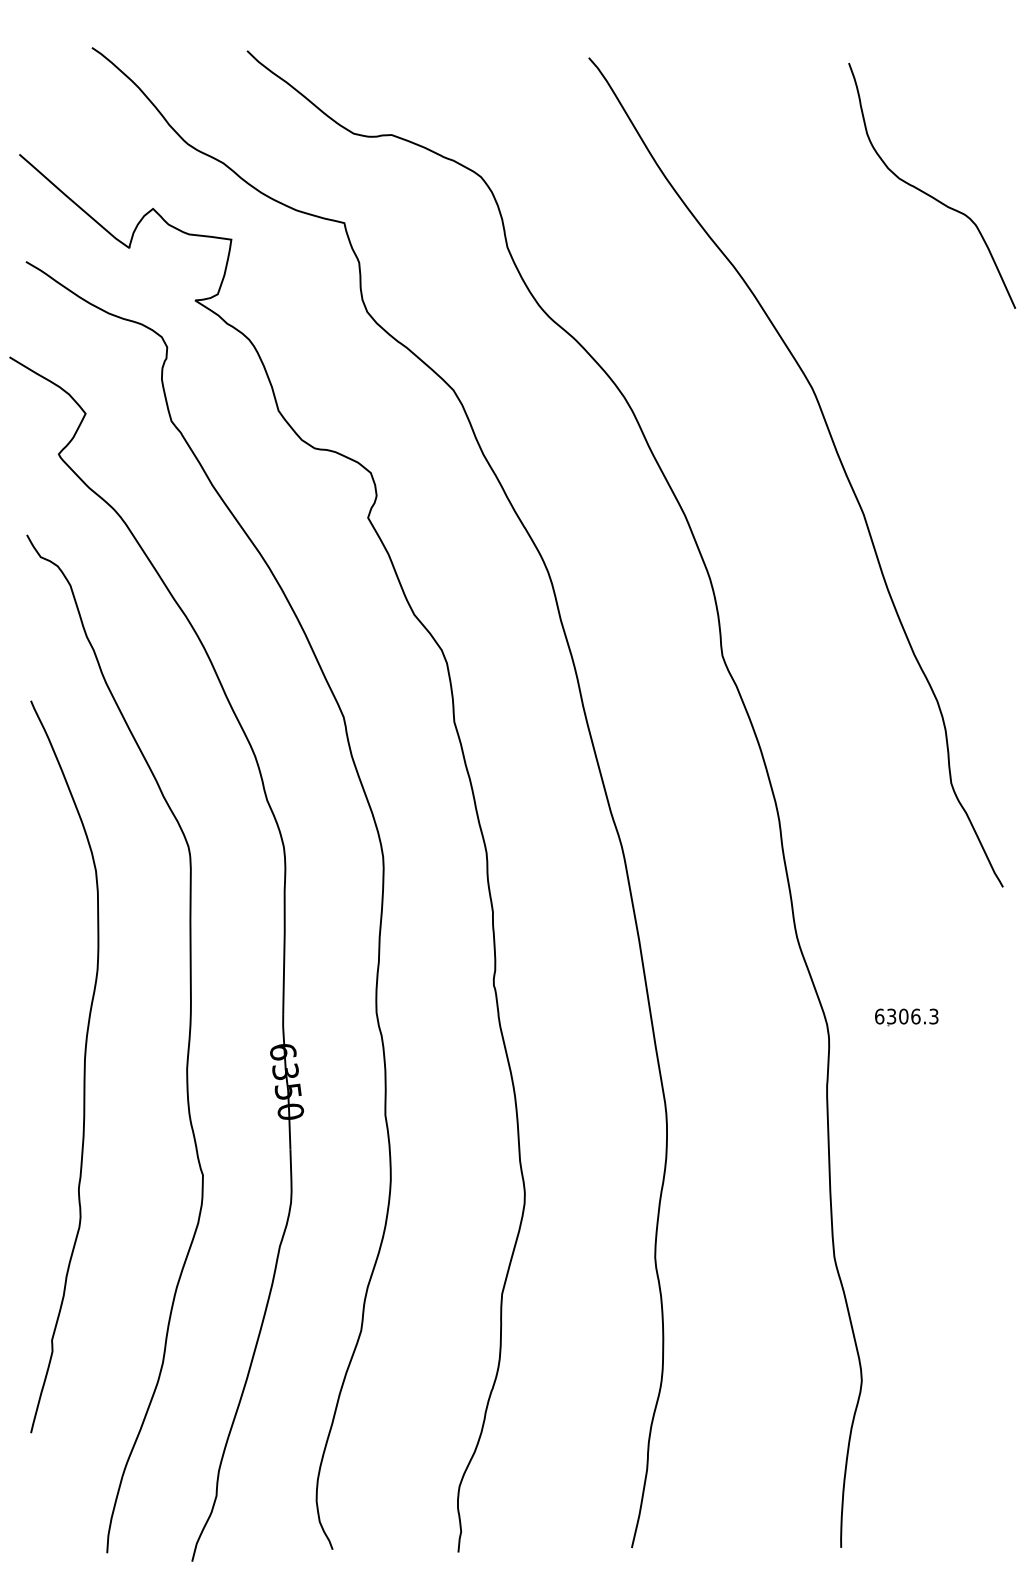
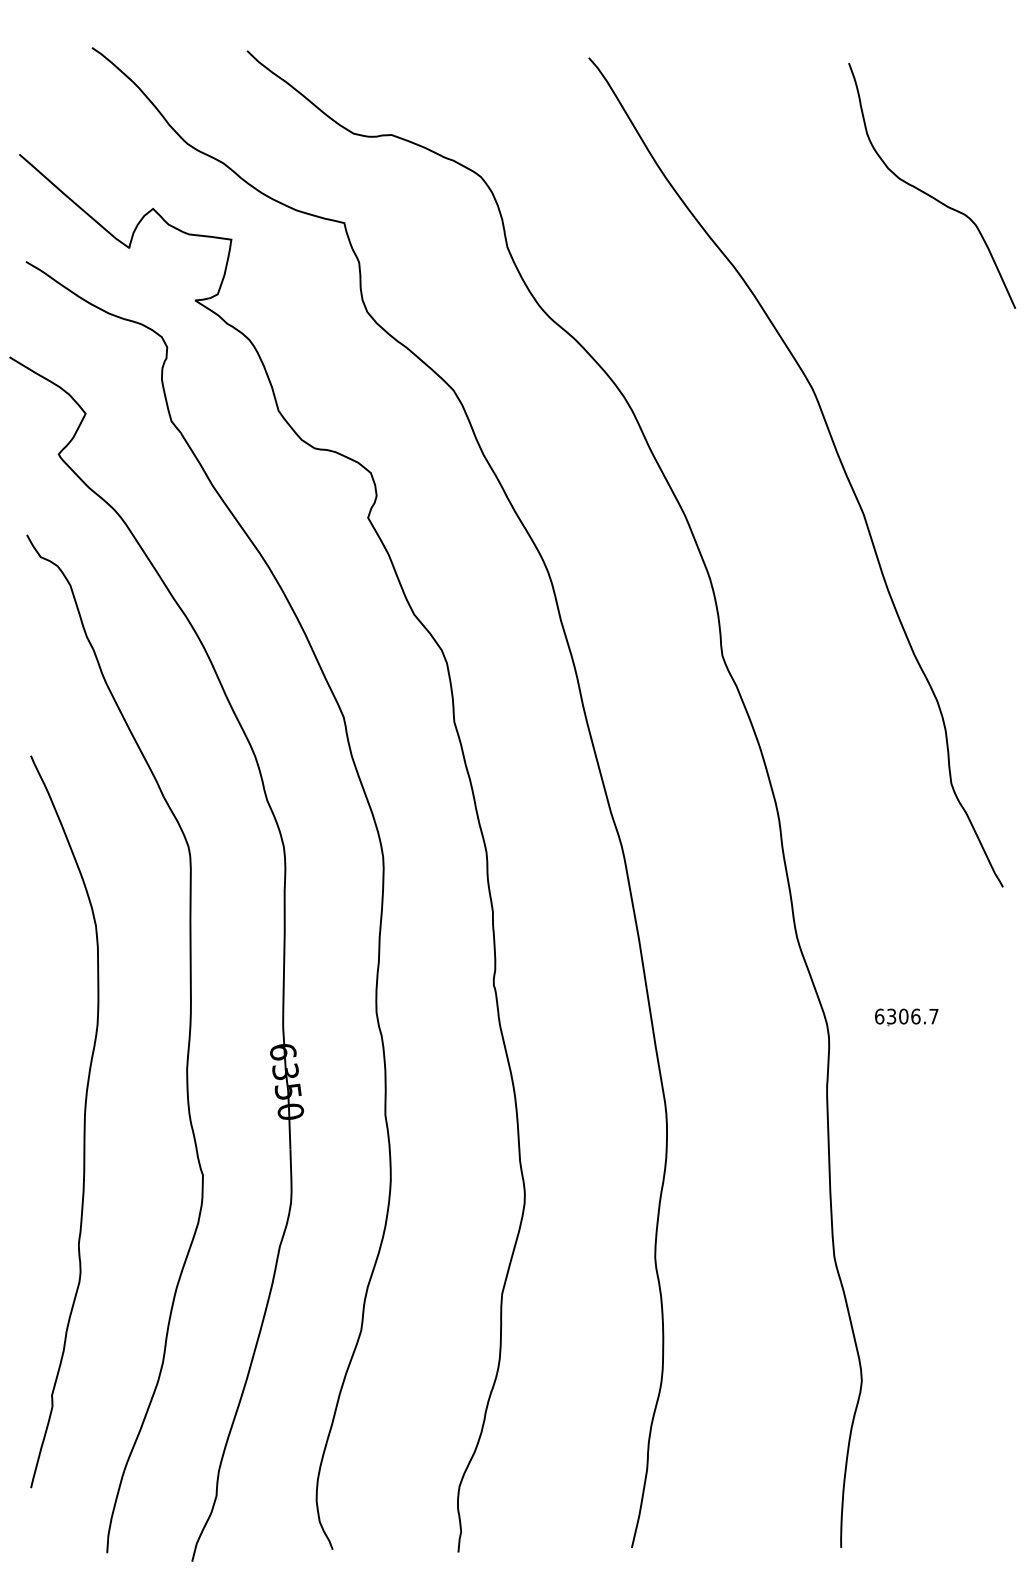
text at (933, 1016): 6306.3 -> 6306.7
curve at (83, 1066) position: (83, 1066) -> (83, 1121)
